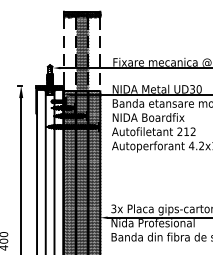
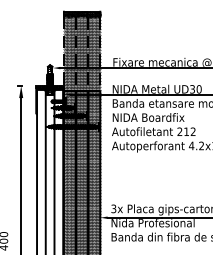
hatch at (69, 54): none -> present
hatch at (94, 54): none -> present
